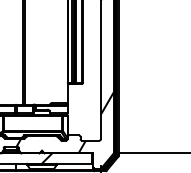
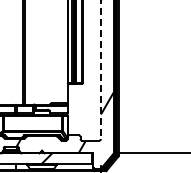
line at (101, 70): solid -> dashed
